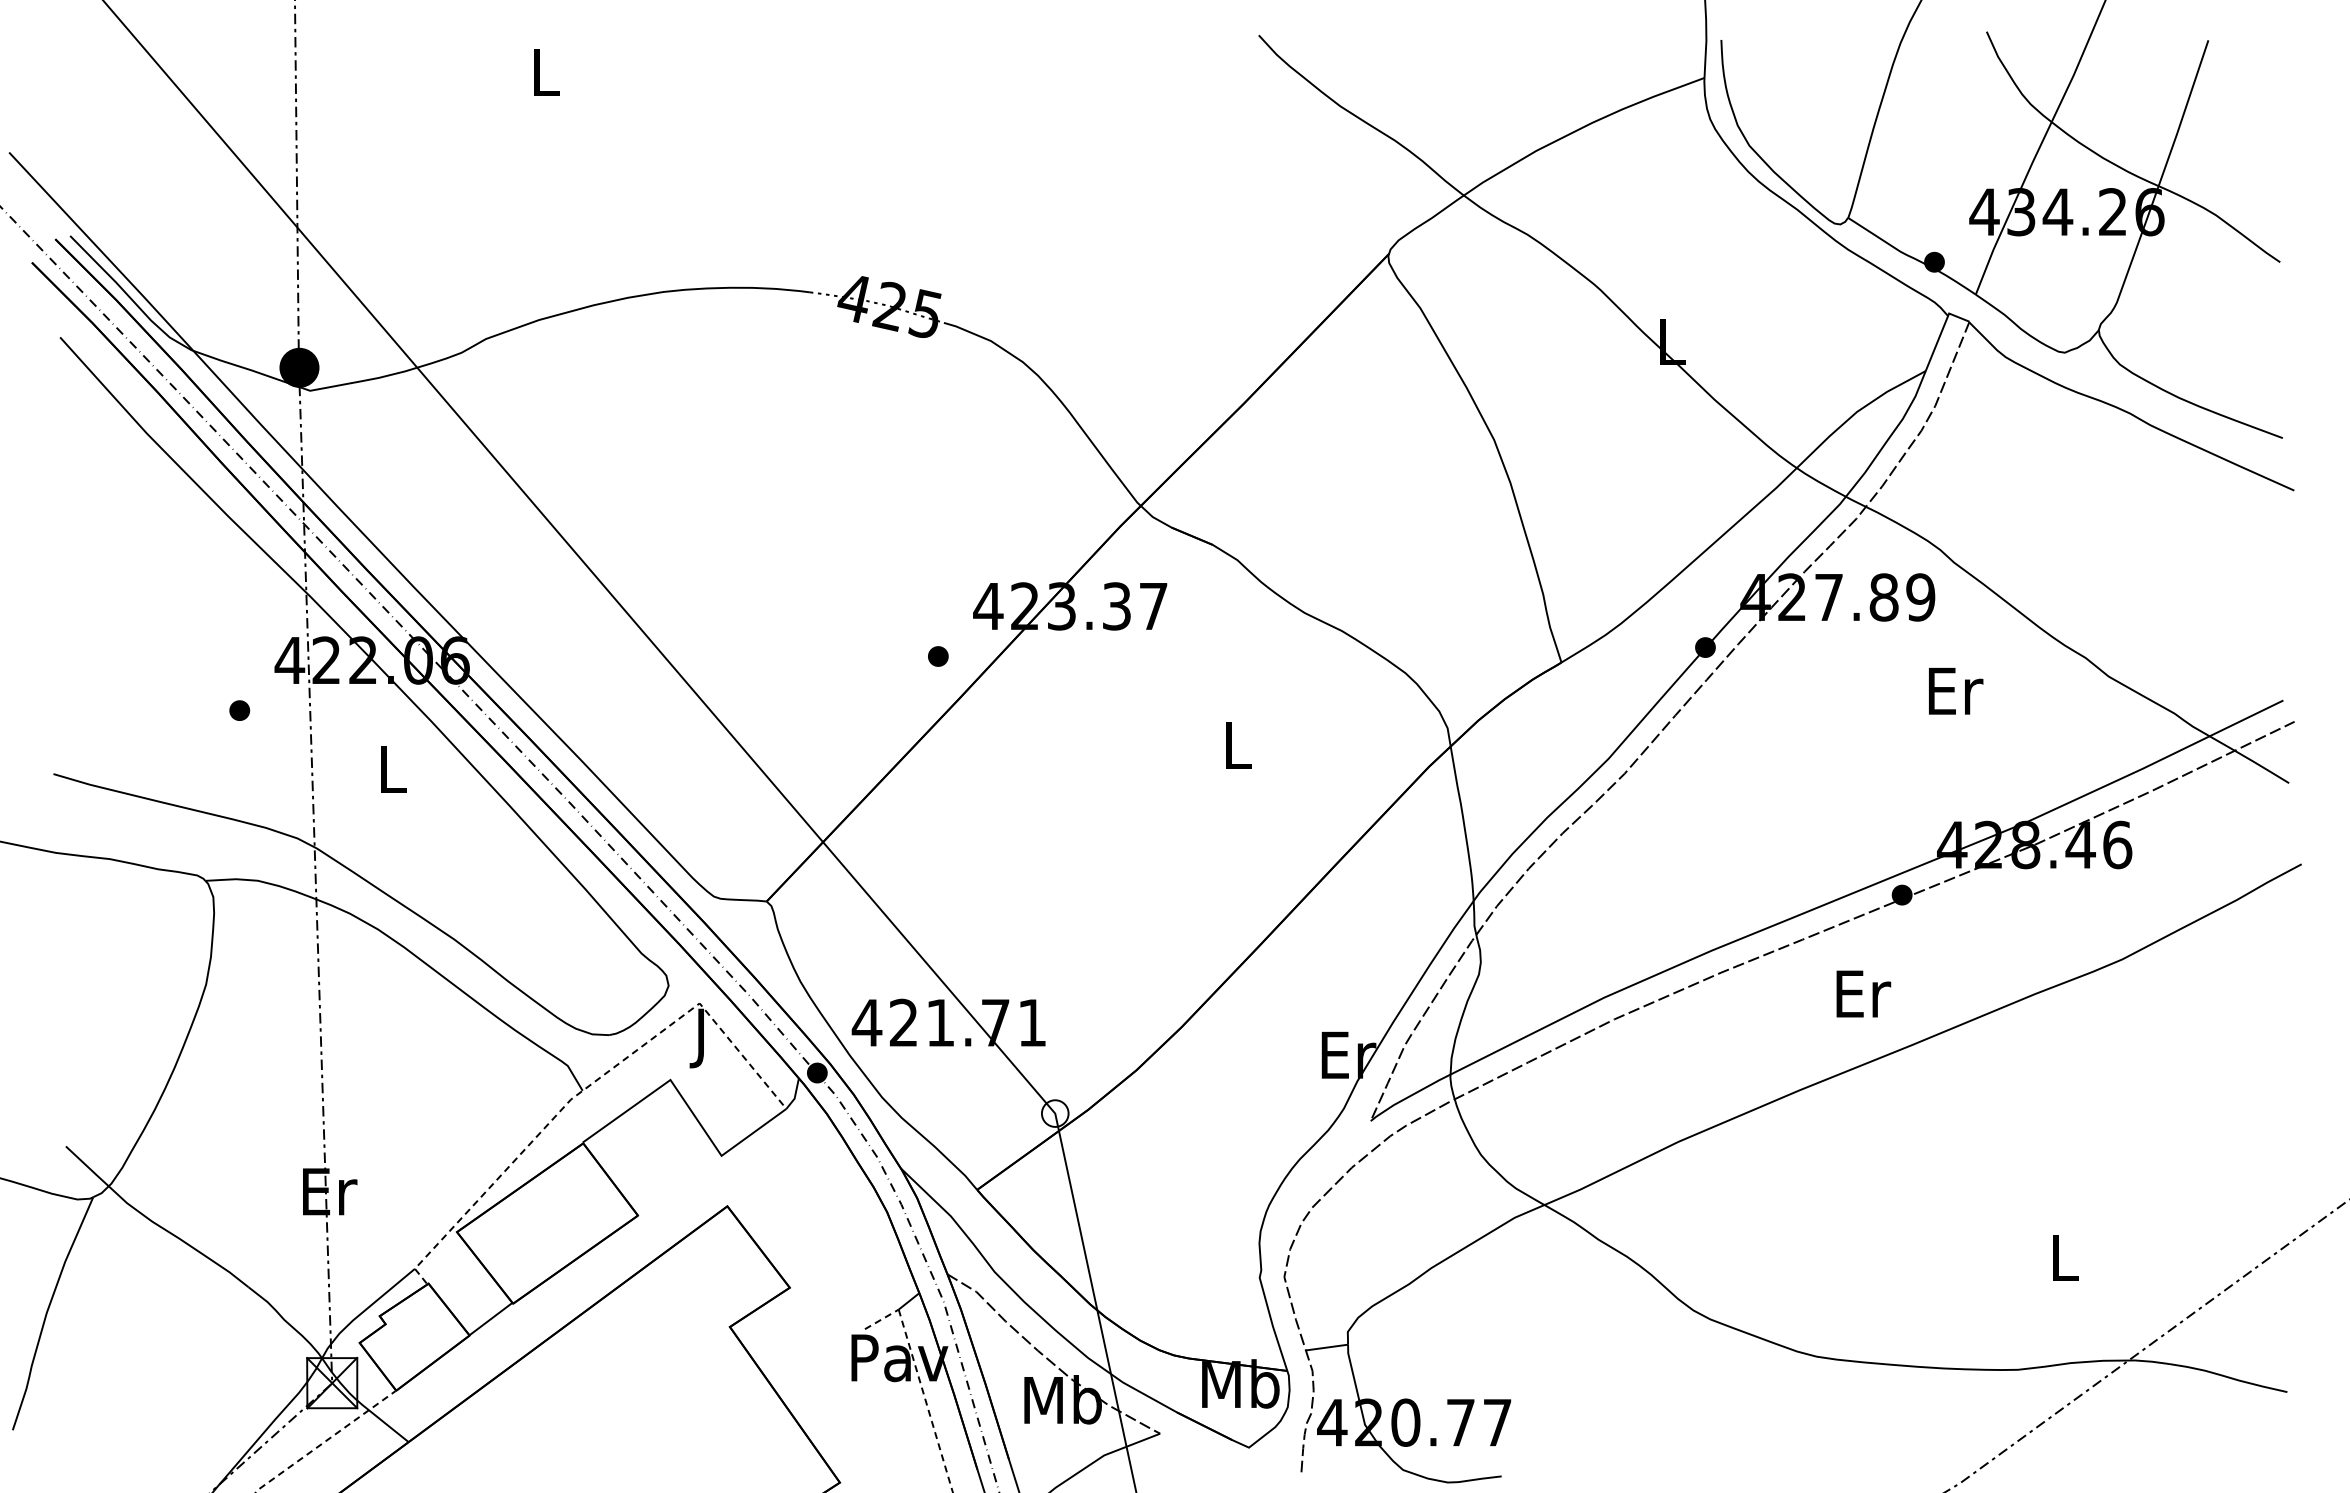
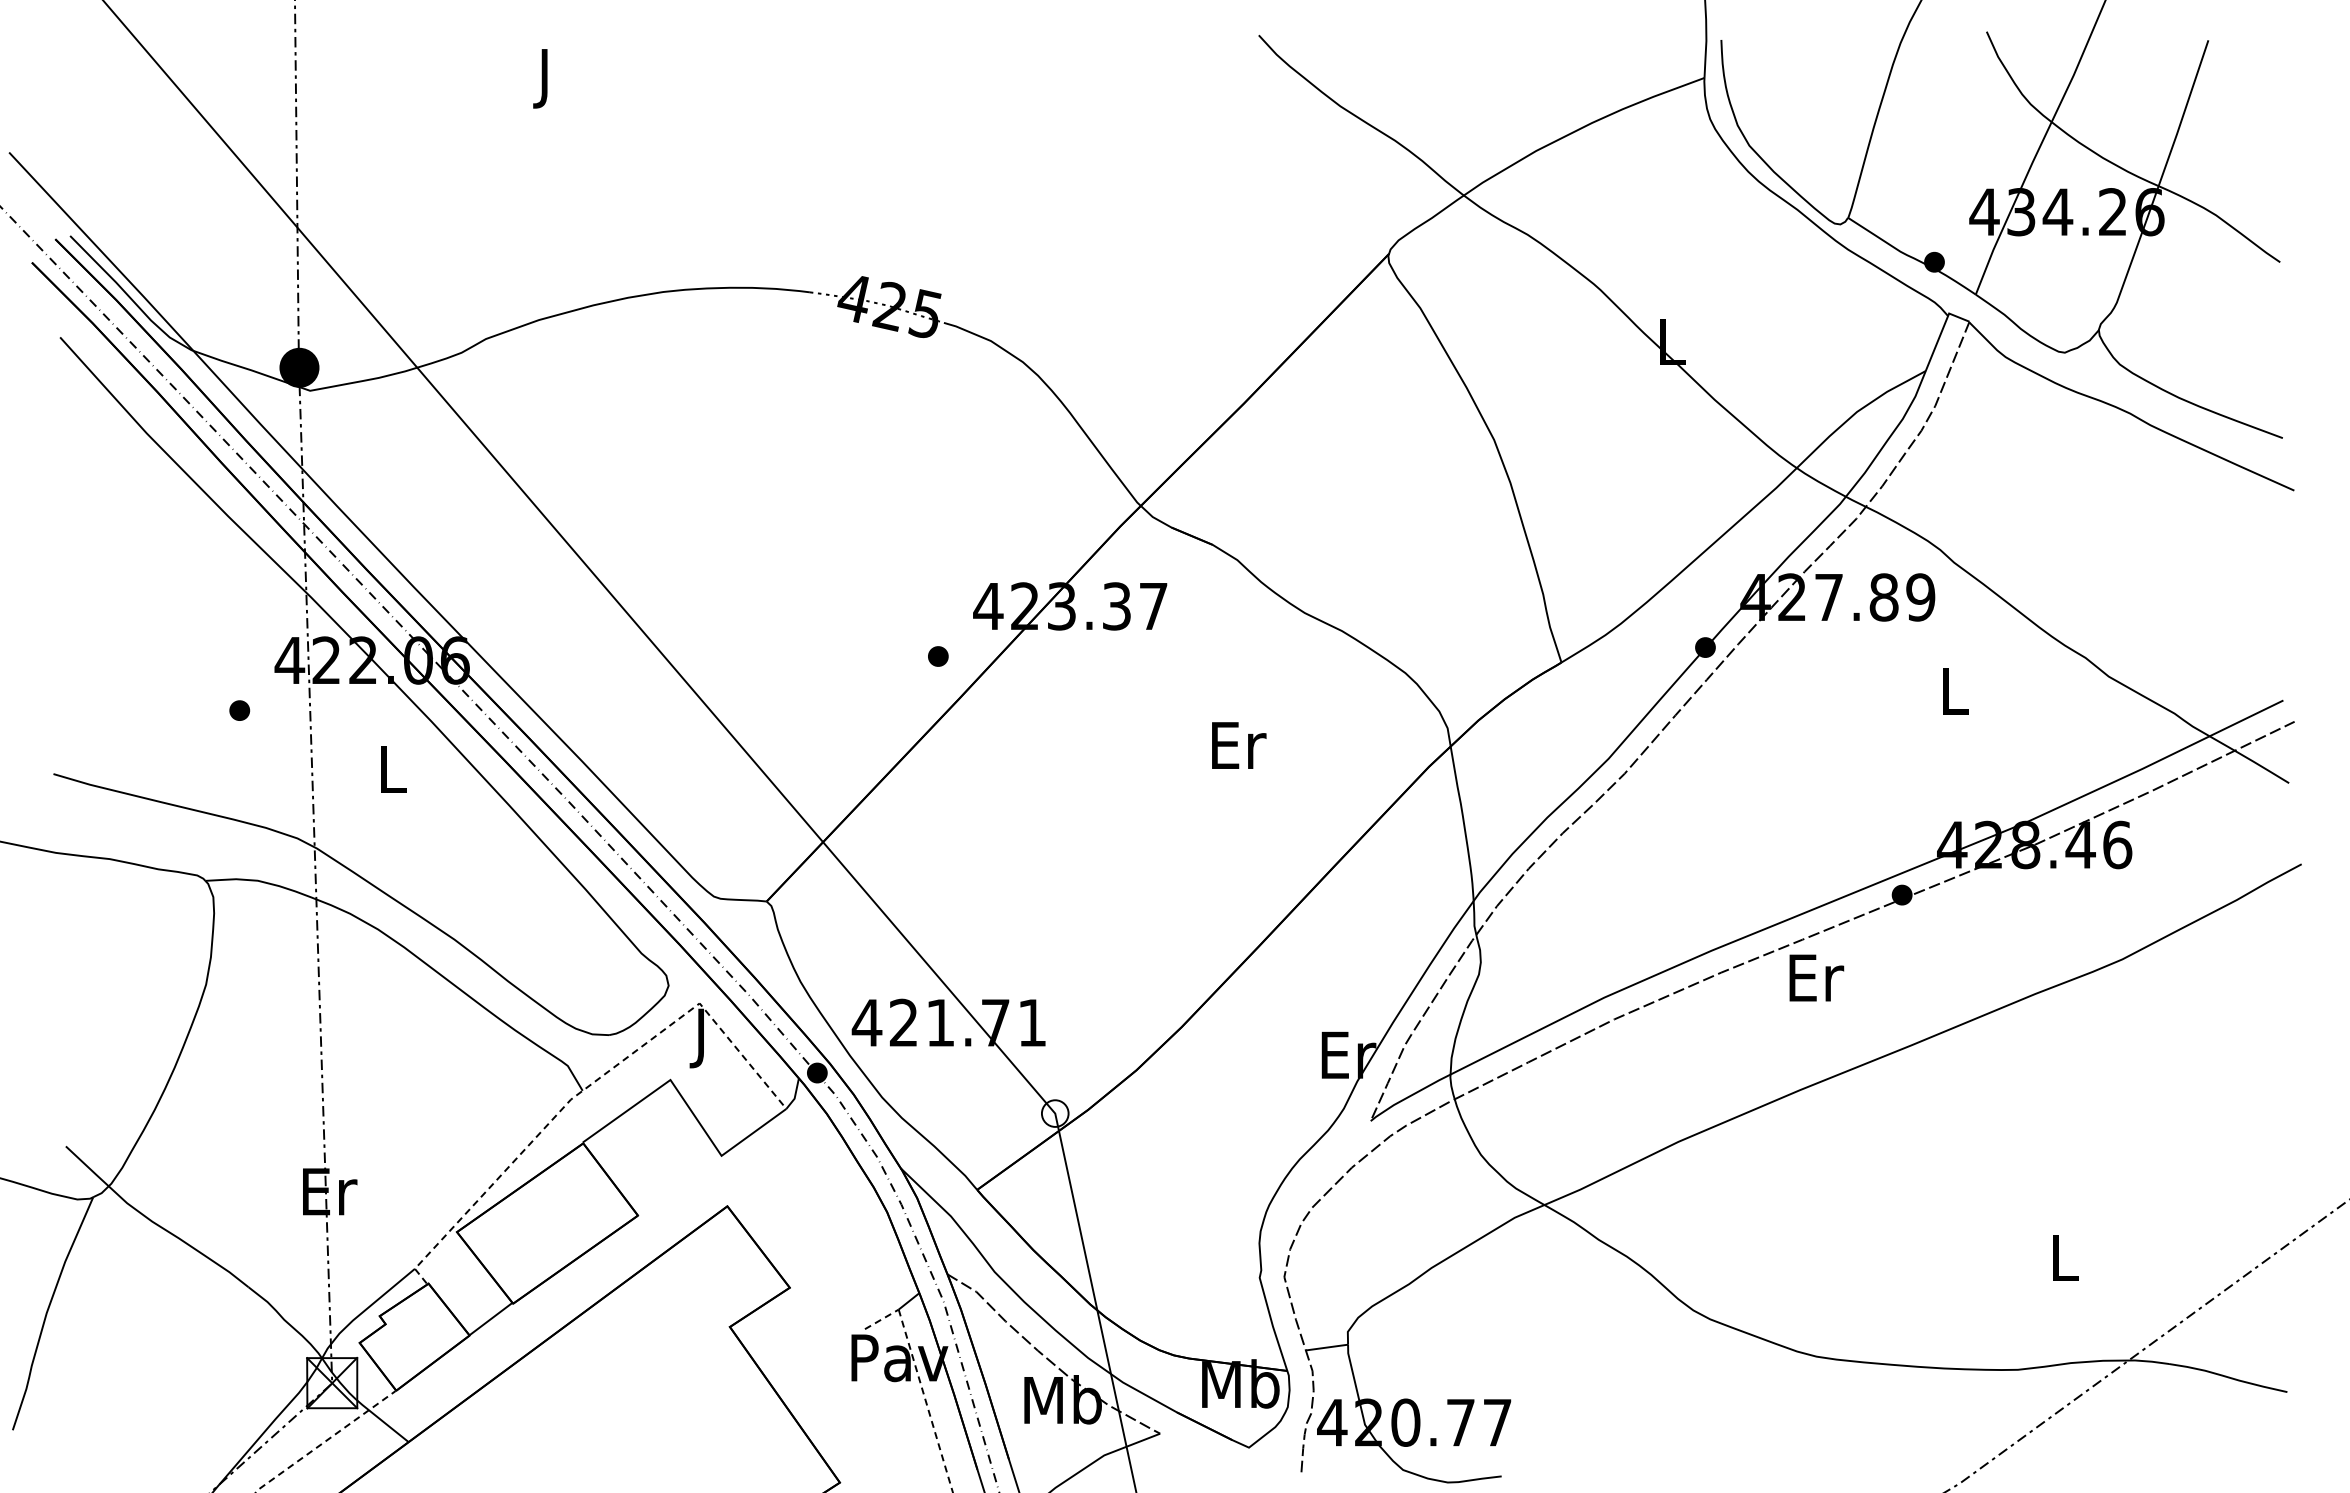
text at (546, 78): L -> J
text at (1956, 690): Er -> L
text at (1239, 745): L -> Er
text at (1863, 993) position: (1863, 993) -> (1816, 977)
